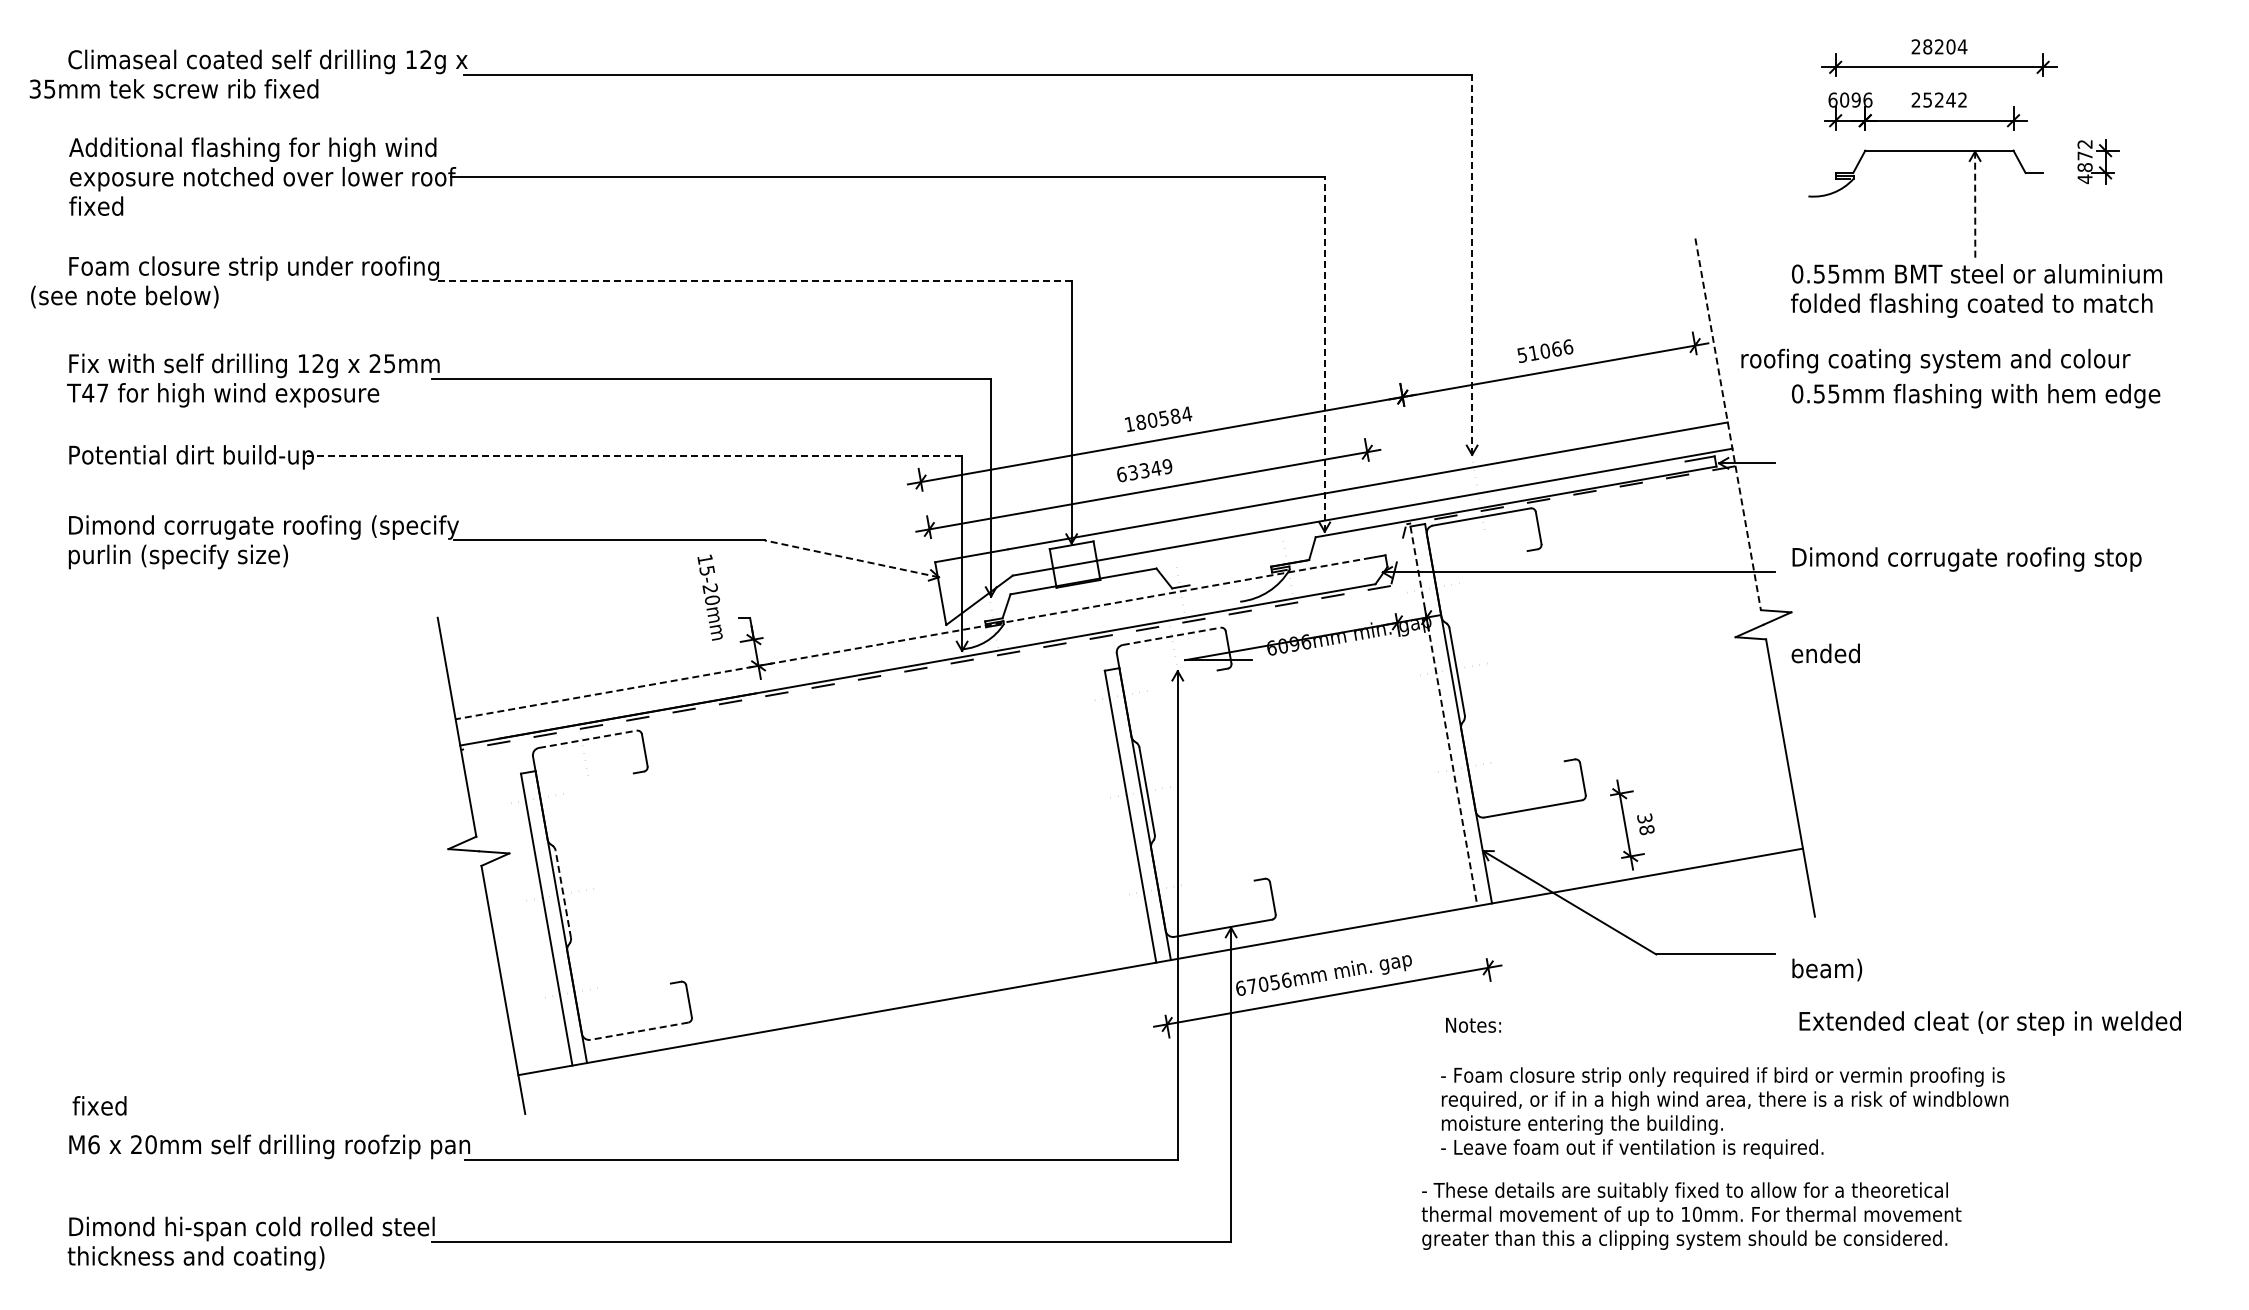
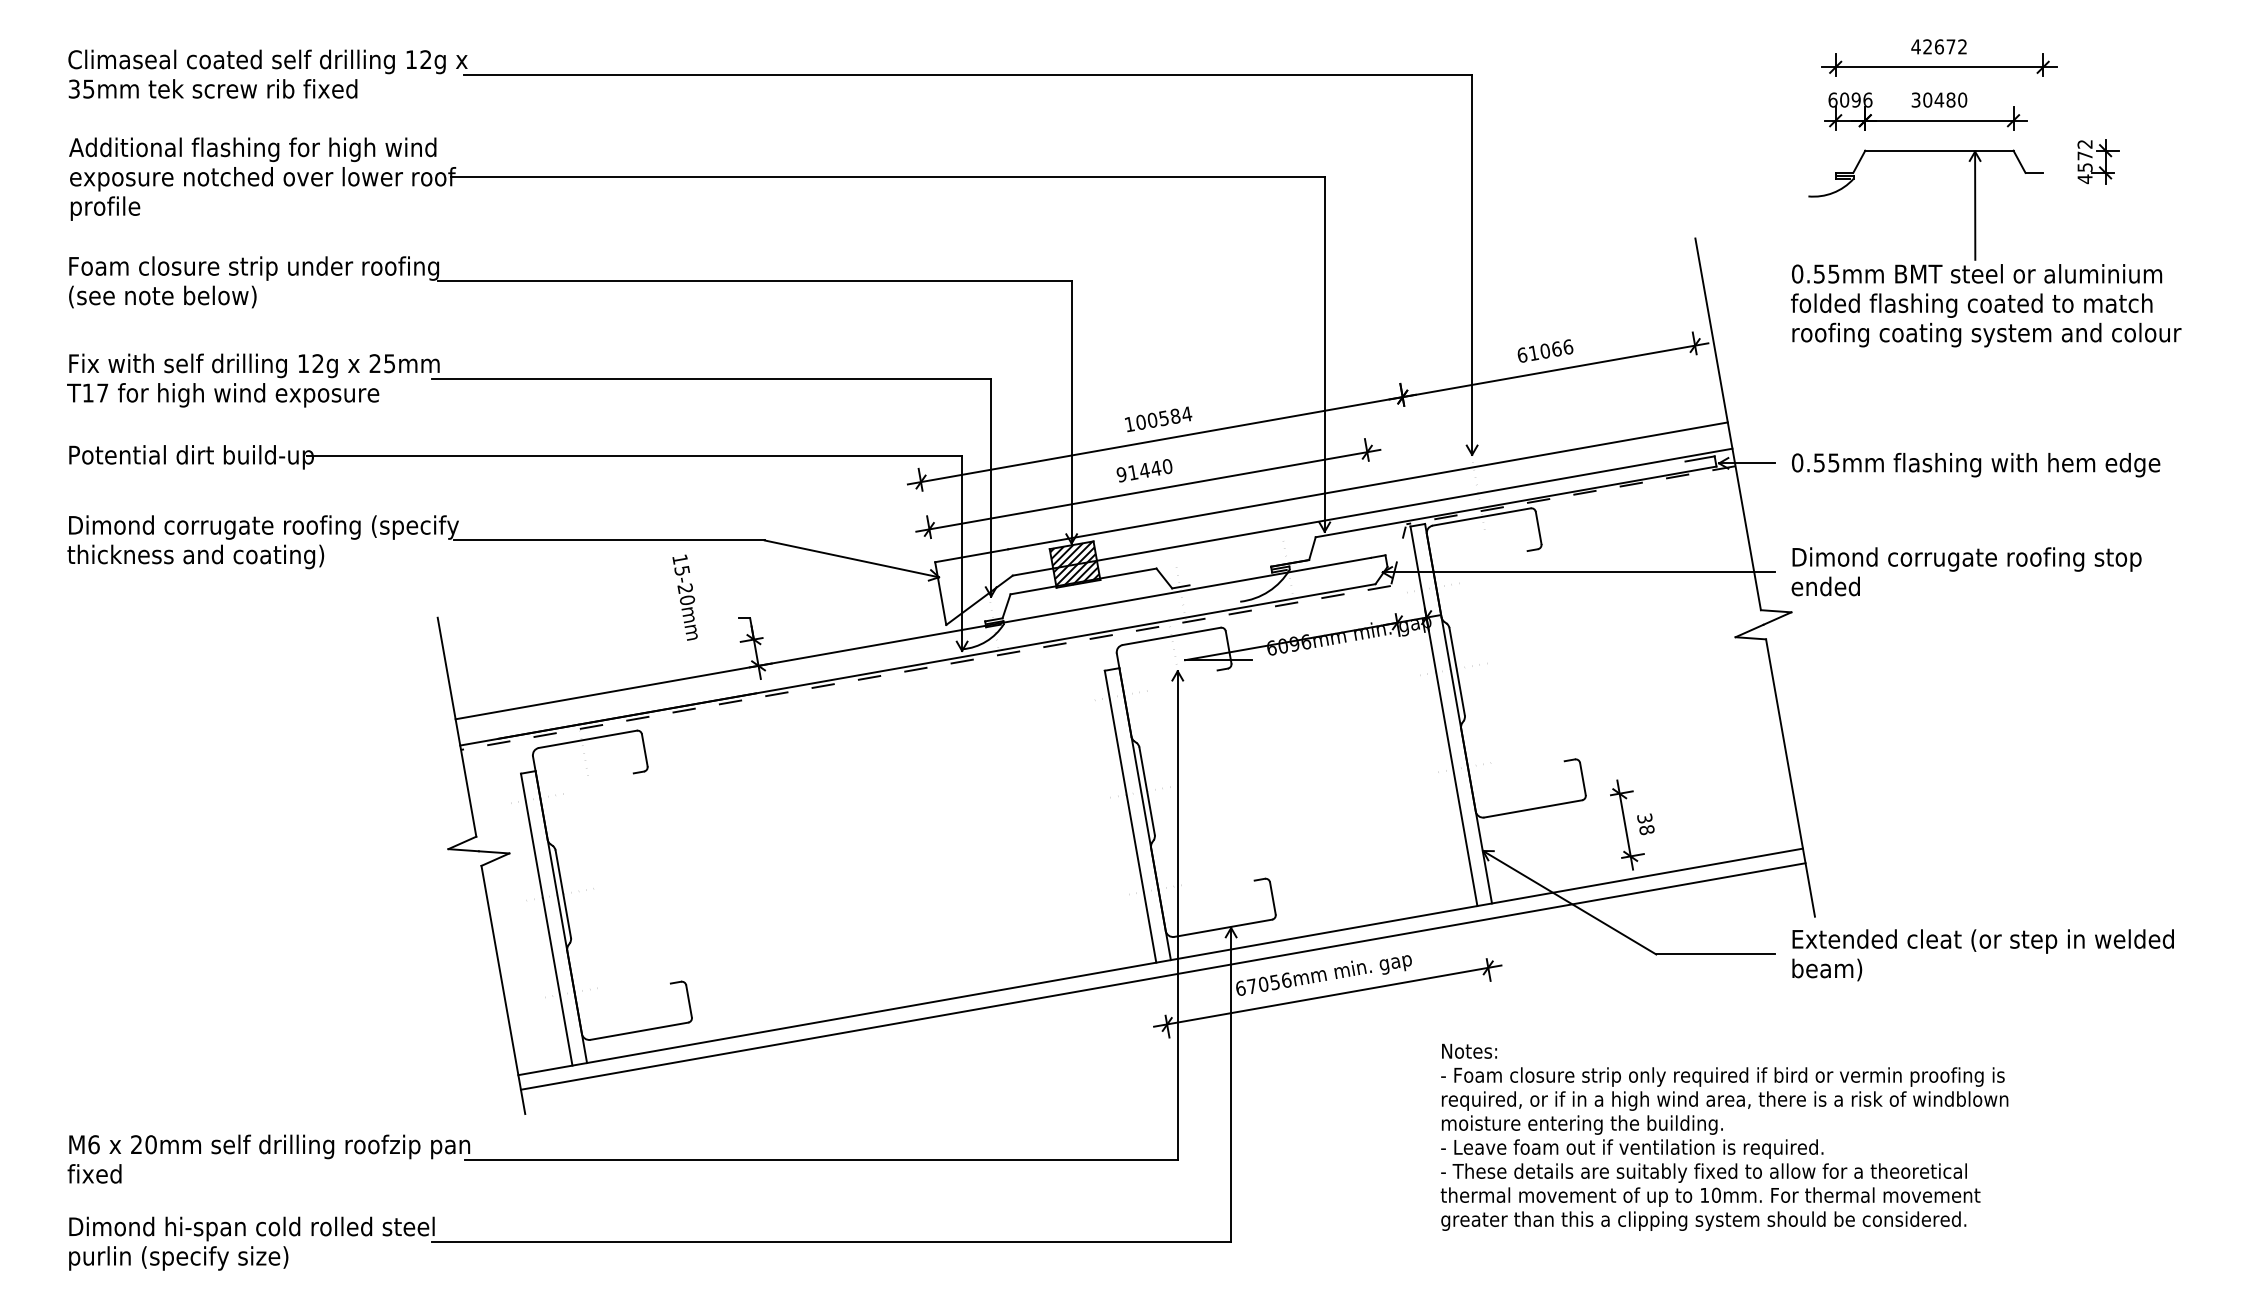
text at (1939, 46): 28204 -> 42672
text at (173, 88) position: (173, 88) -> (212, 88)
text at (1939, 99): 25242 -> 30480
text at (2084, 167): 4872 -> 4572
line at (1975, 206): dashed -> solid
text at (104, 208): fixed -> profile
line at (1472, 264): dashed -> solid
line at (754, 281): dashed -> solid
text at (124, 296) position: (124, 296) -> (162, 296)
line at (1324, 354): dashed -> solid
text at (1522, 354): 51066 -> 61066
text at (1935, 360) position: (1935, 360) -> (1986, 334)
text at (88, 392): T47 -> T17
text at (1976, 396) position: (1976, 396) -> (1976, 465)
text at (1141, 421): 180584 -> 100584
line at (1728, 424): dashed -> solid
line at (634, 455): dashed -> solid
text at (1144, 470): 63349 -> 91440
text at (195, 556): purlin (specify size) -> thickness and coating)
line at (851, 558): dashed -> solid
hatch at (1074, 563): none -> present
text at (709, 597) position: (709, 597) -> (684, 597)
line at (1171, 636): dashed -> solid
line at (913, 638): dashed -> solid
text at (1825, 653) position: (1825, 653) -> (1825, 586)
line at (1443, 716): dashed -> solid
line at (587, 739): dashed -> solid
line at (563, 893): dashed -> solid
line at (1162, 976): none -> present
text at (1989, 1023) position: (1989, 1023) -> (1982, 941)
text at (1473, 1024) position: (1473, 1024) -> (1469, 1050)
line at (639, 1031): dashed -> solid
text at (99, 1105) position: (99, 1105) -> (94, 1173)
text at (1691, 1215) position: (1691, 1215) -> (1710, 1196)
text at (195, 1258): thickness and coating) -> purlin (specify size)
